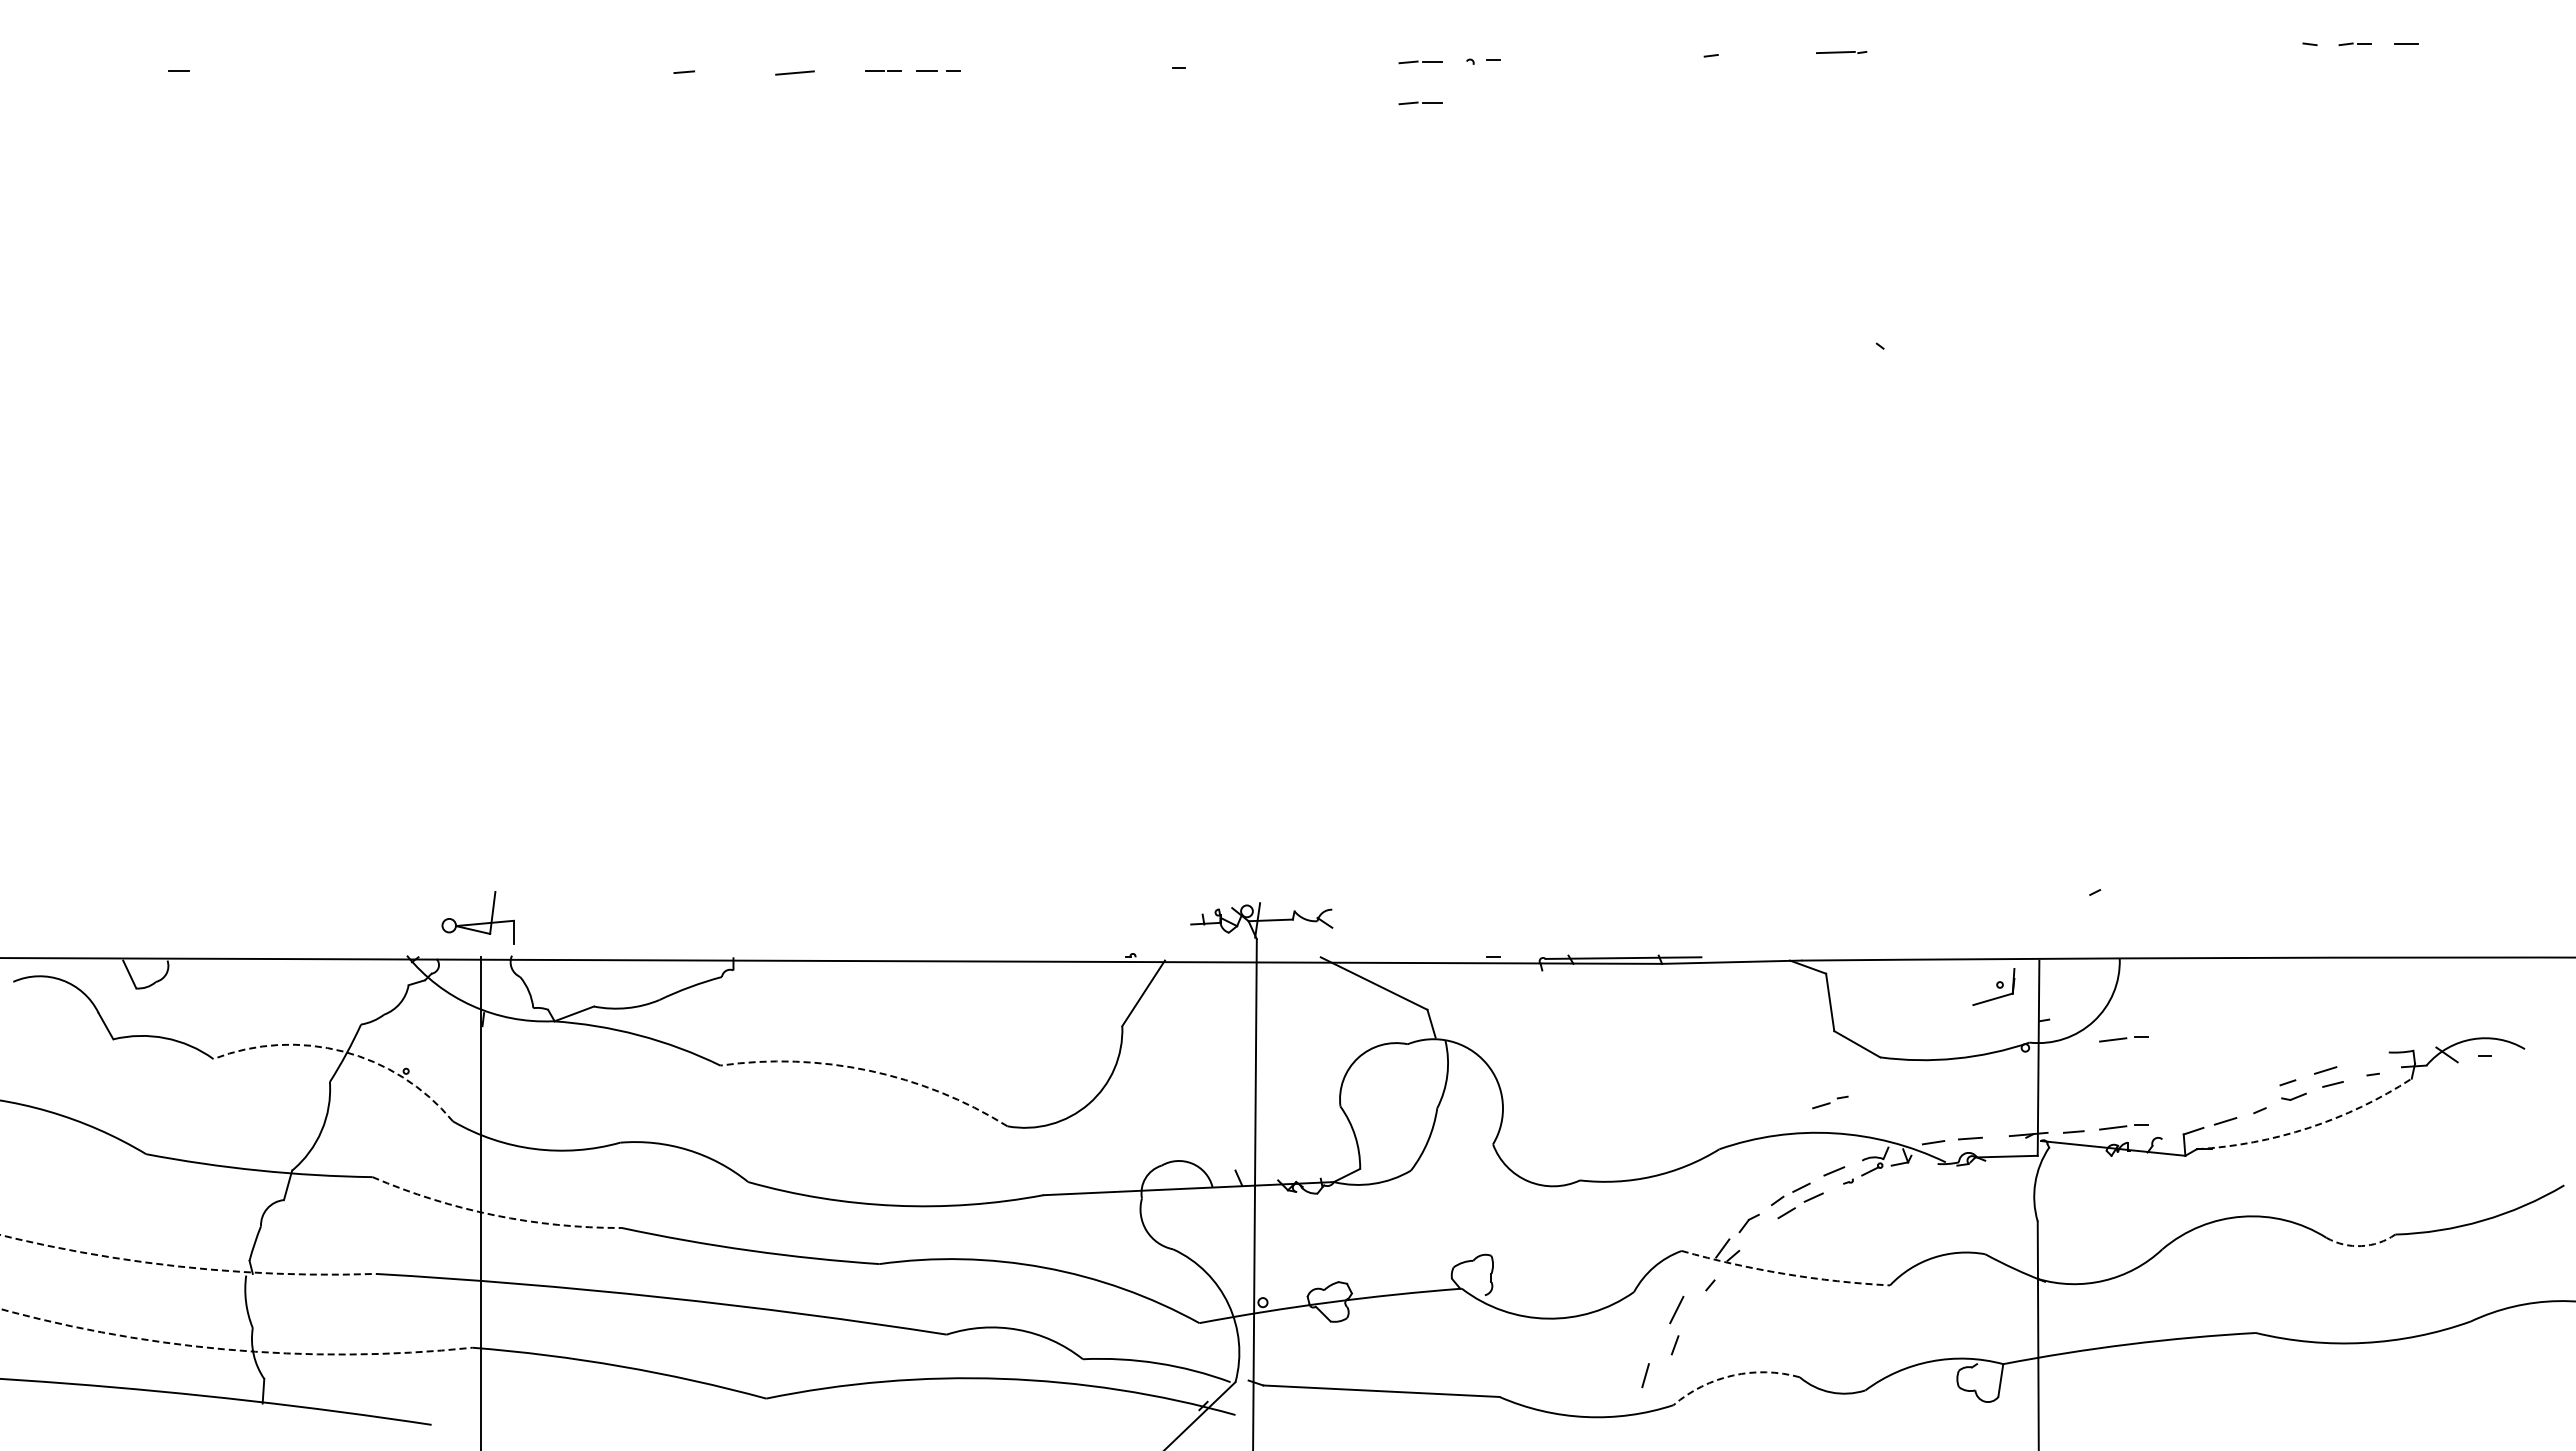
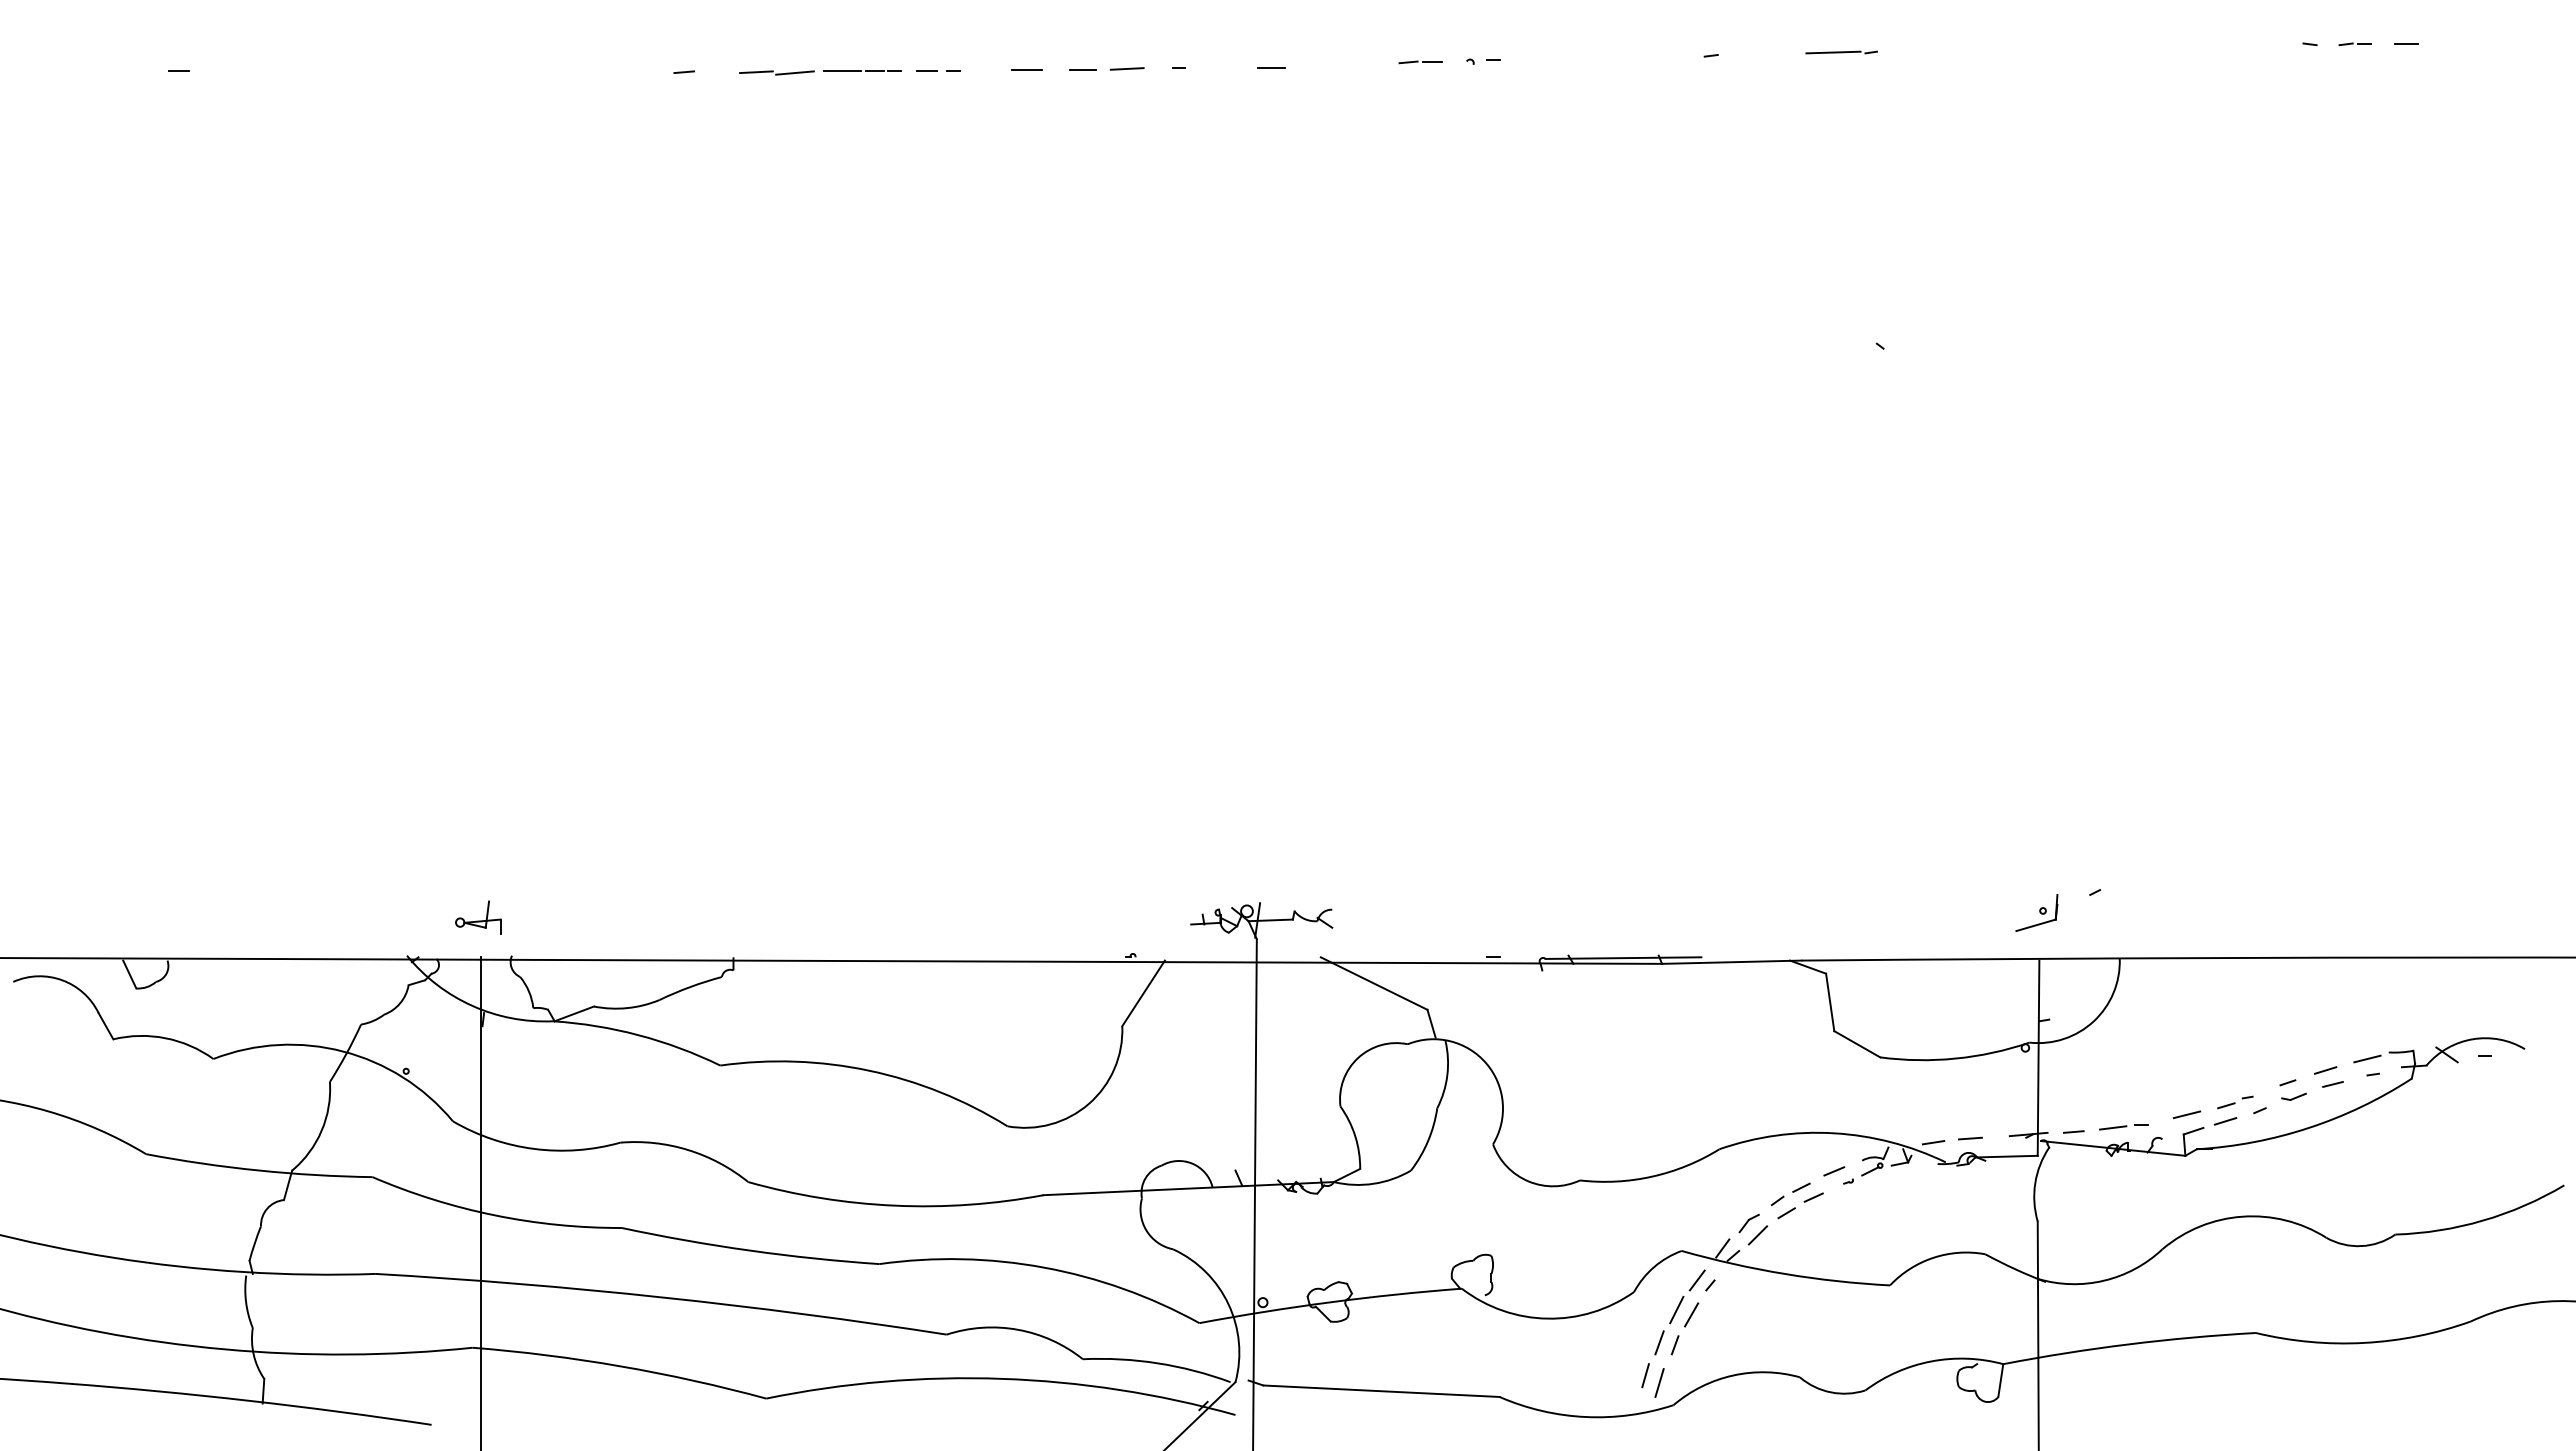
part at (1841, 52) size: 52x3 px -> 73x5 px
line at (1126, 68): none -> present
line at (1271, 68): none -> present
line at (1026, 69): none -> present
line at (1082, 69): none -> present
line at (842, 71): none -> present
line at (756, 72): none -> present
part at (1420, 103): present -> none
part at (477, 917) size: 74x54 px -> 47x35 px
part at (1993, 986) position: (1993, 986) -> (2036, 912)
part at (2123, 1039): present -> none
arc at (343, 1051): dashed -> solid
line at (2367, 1058): none -> present
arc at (869, 1070): dashed -> solid
part at (1830, 1102) position: (1830, 1102) -> (2235, 1102)
line at (2186, 1114): none -> present
arc at (2308, 1127): dashed -> solid
arc at (494, 1215): dashed -> solid
line at (1757, 1235): none -> present
arc at (2361, 1246): dashed -> solid
arc at (188, 1267): dashed -> solid
arc at (1784, 1273): dashed -> solid
line at (1696, 1280): none -> present
line at (1691, 1314): none -> present
line at (1659, 1342): none -> present
arc at (234, 1350): dashed -> solid
arc at (1733, 1375): dashed -> solid
line at (1659, 1382): none -> present
